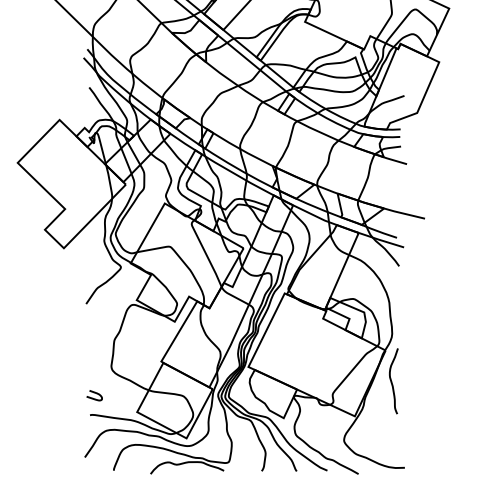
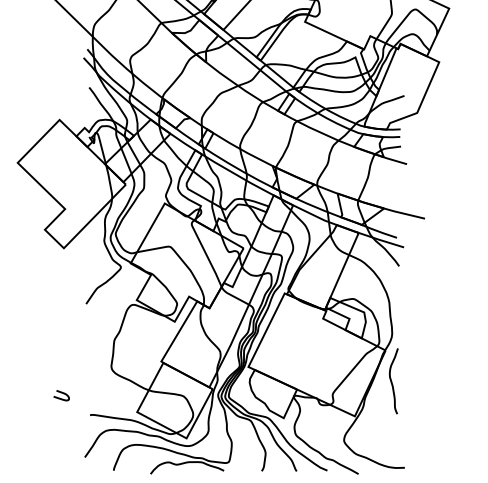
curve at (94, 393) position: (94, 393) -> (61, 393)
